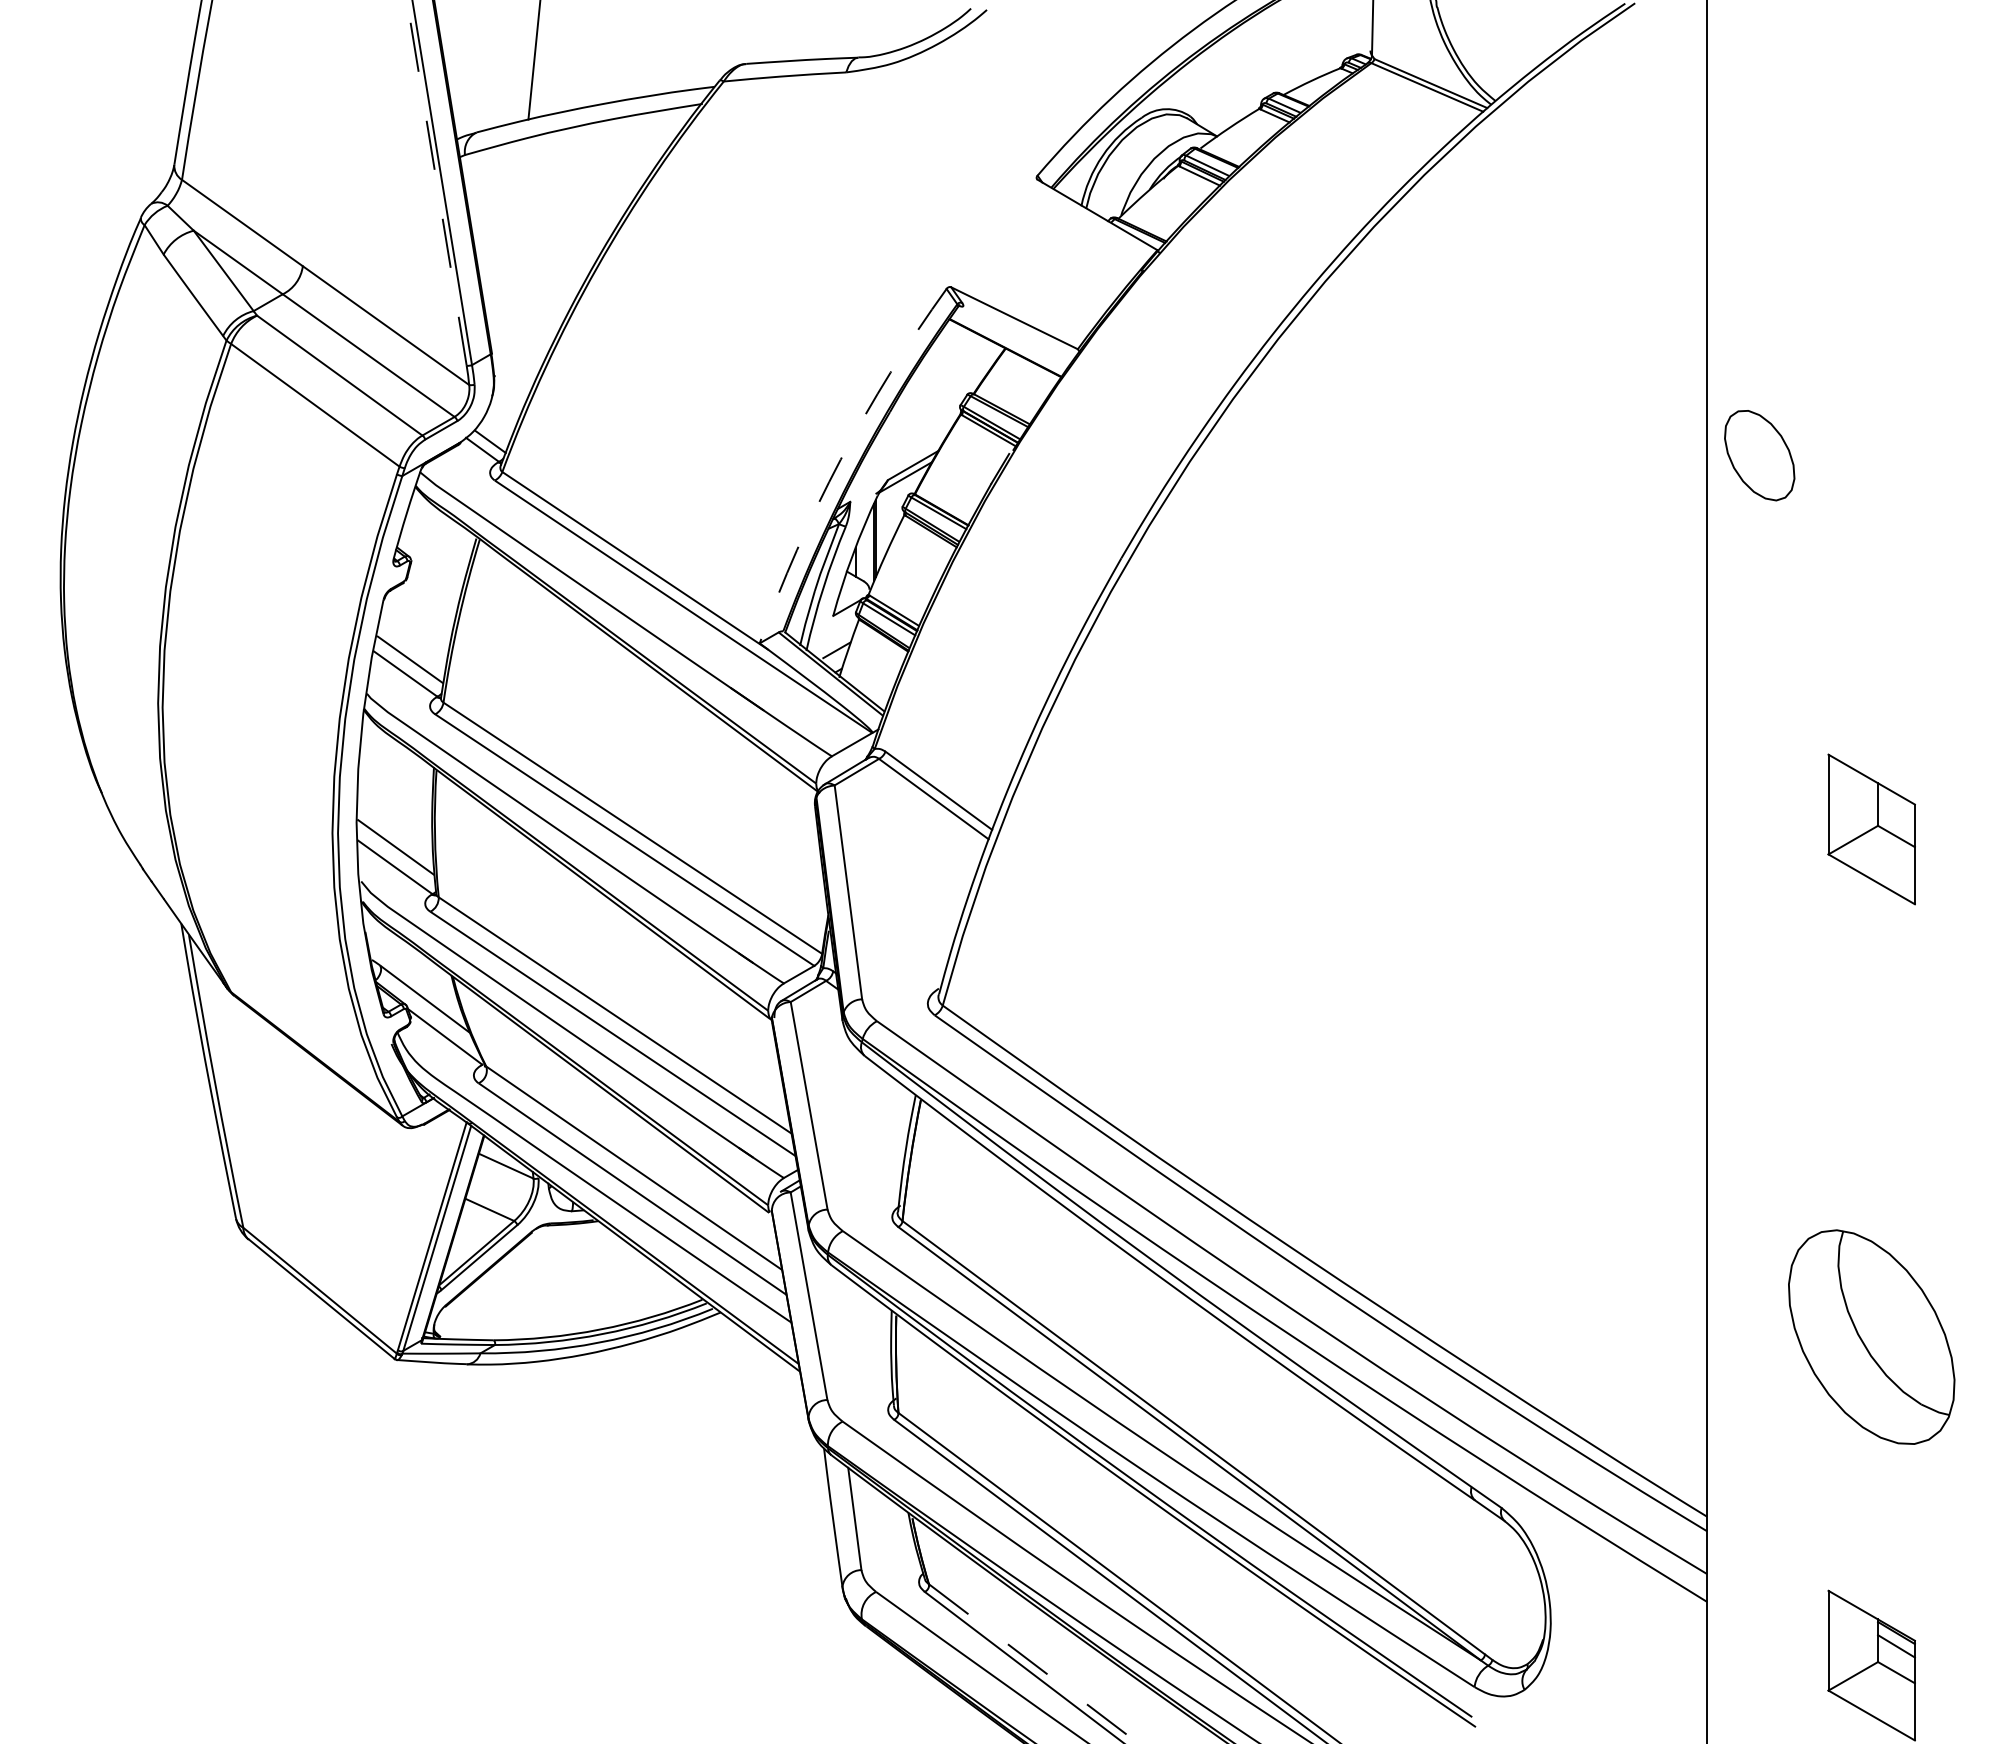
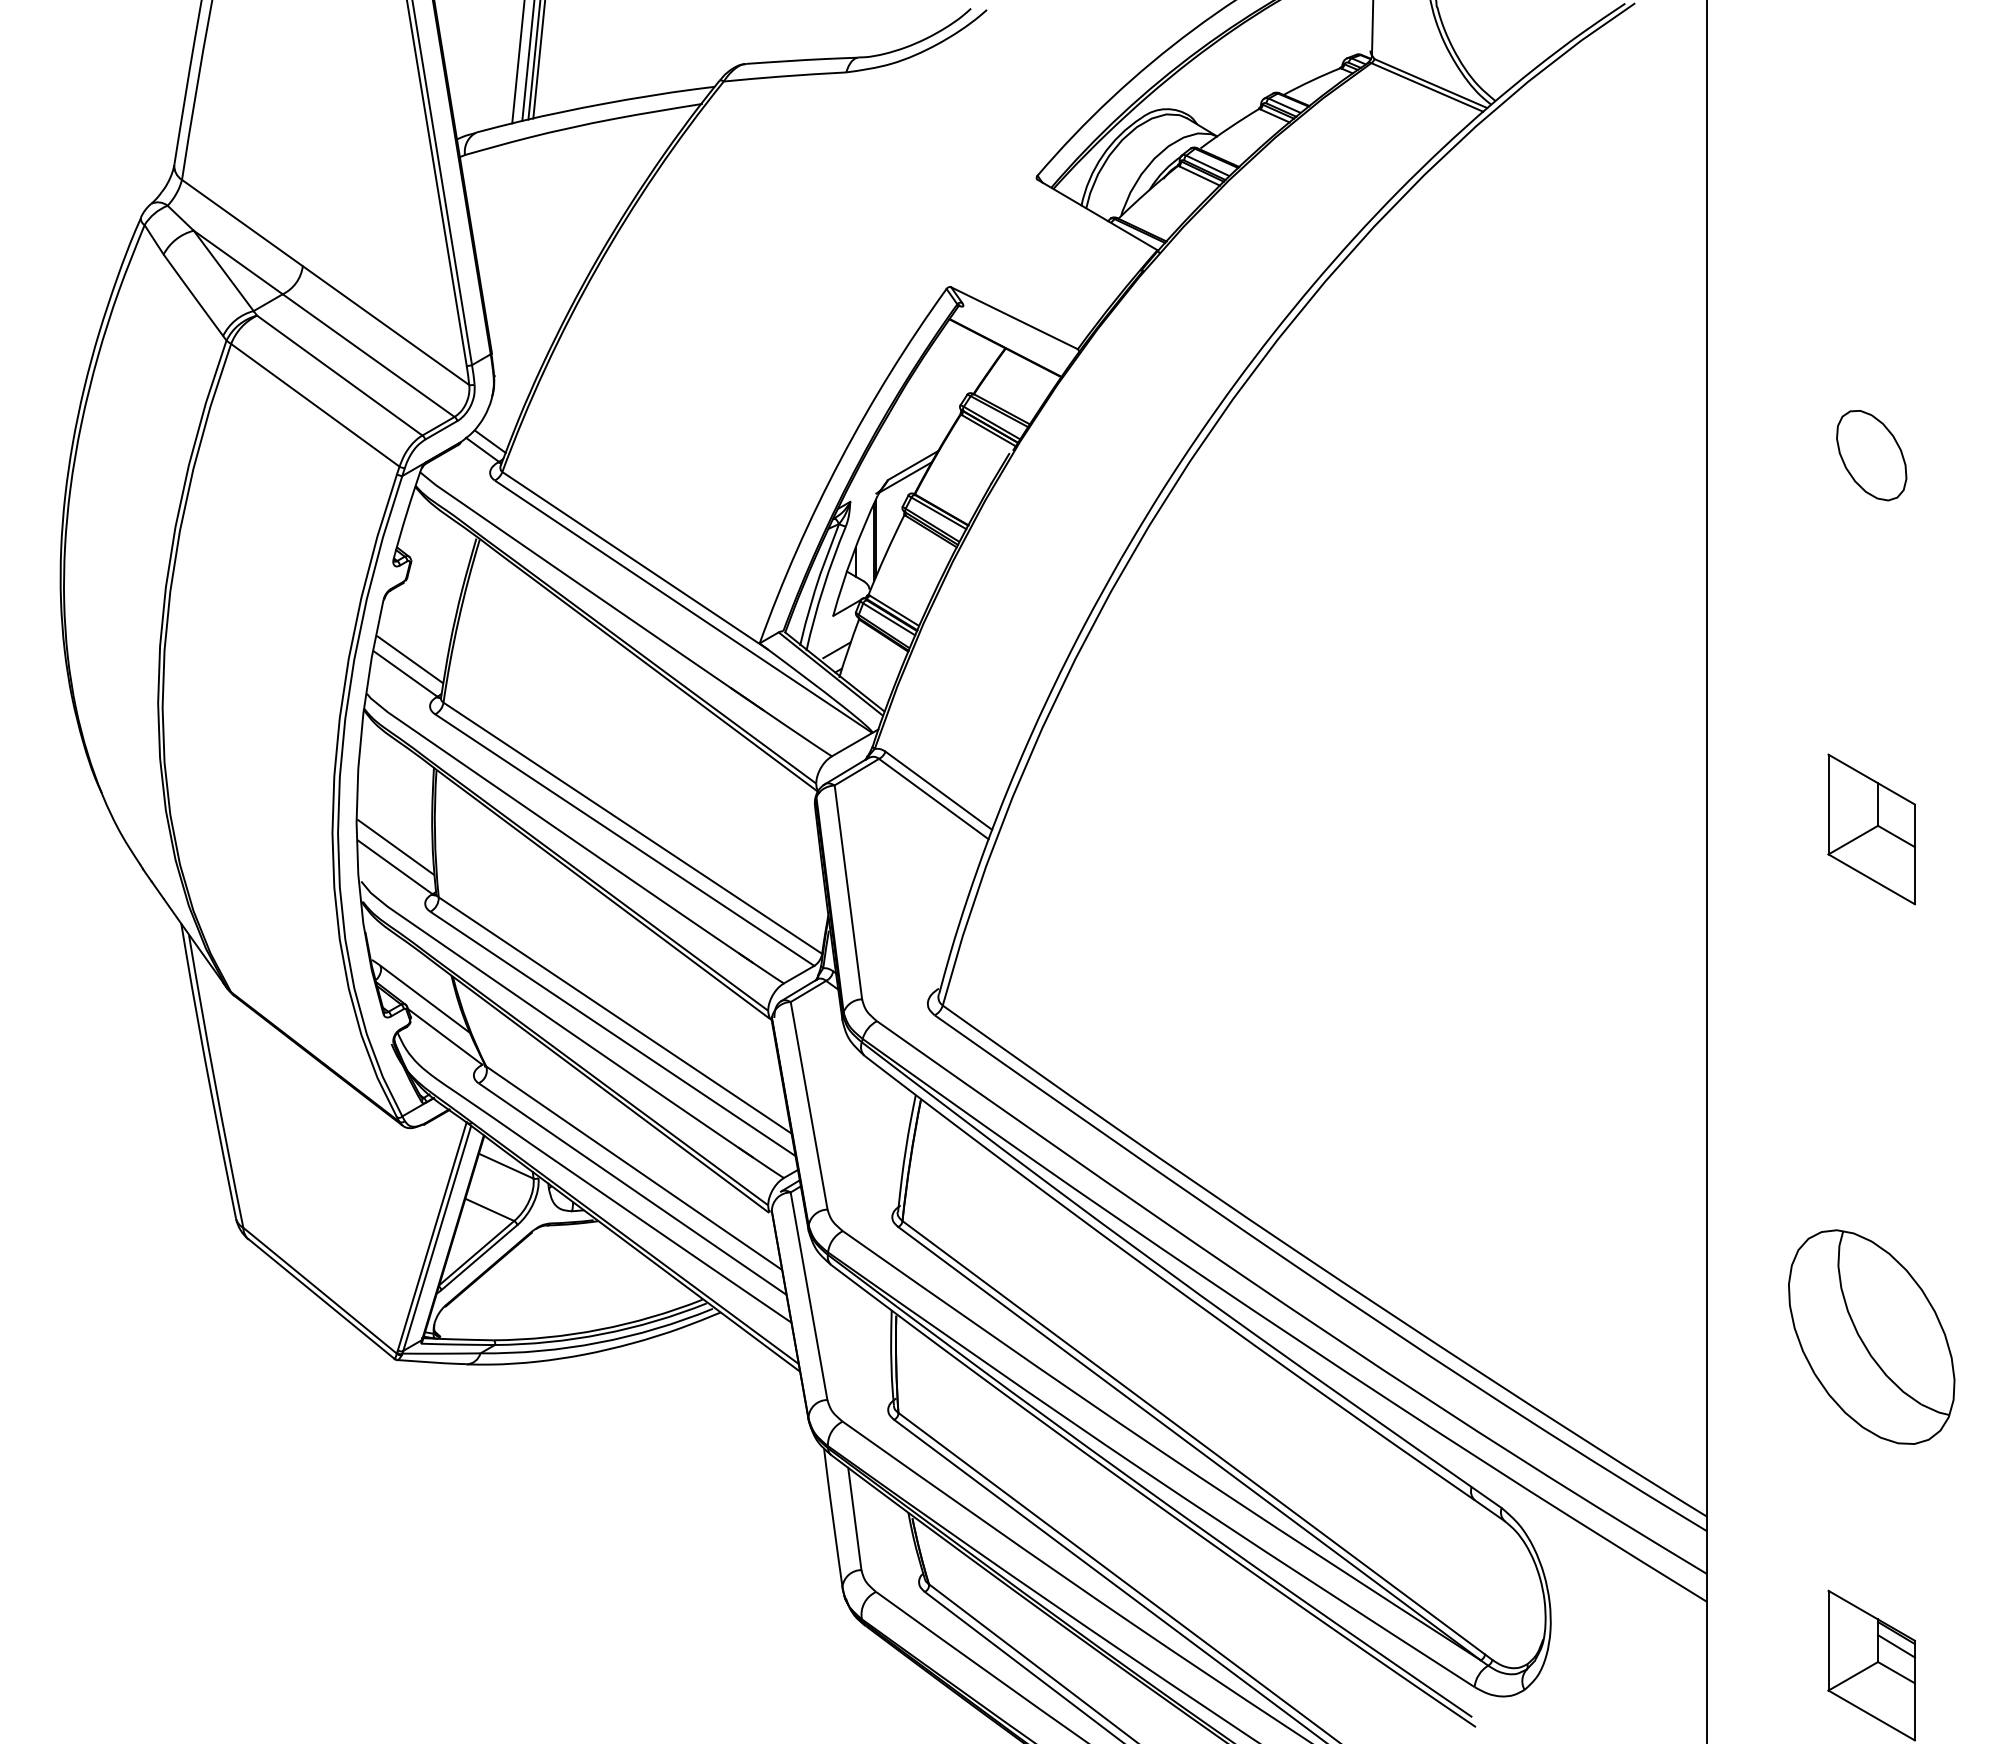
line at (538, 60): none -> present
line at (528, 61): none -> present
line at (518, 62): none -> present
line at (436, 183): dashed -> solid
part at (1759, 455) position: (1759, 455) -> (1871, 455)
arc at (840, 459): dashed -> solid
line at (1033, 1664): dashed -> solid
